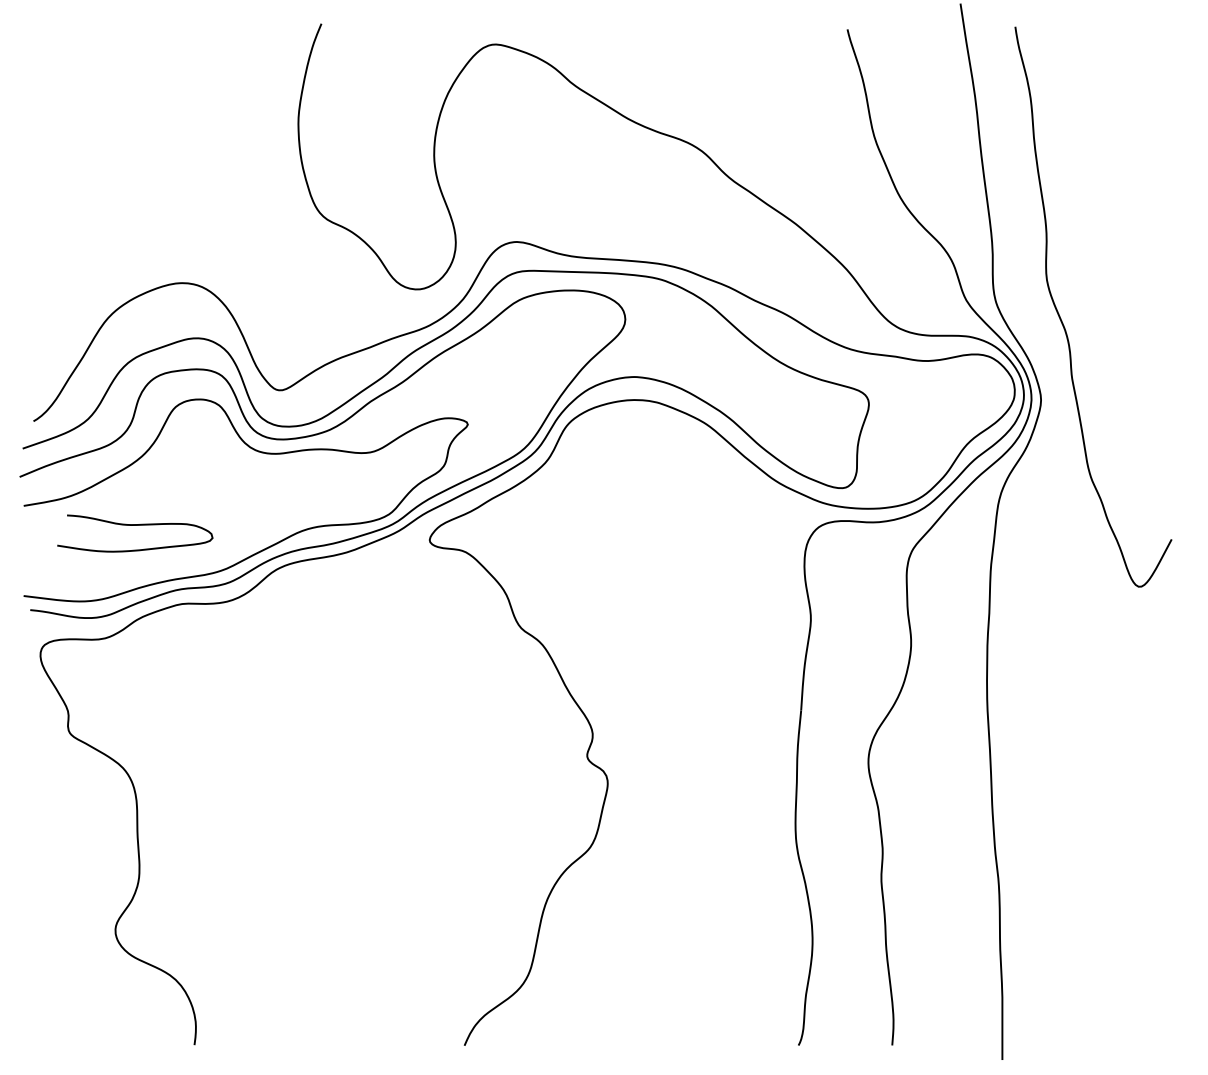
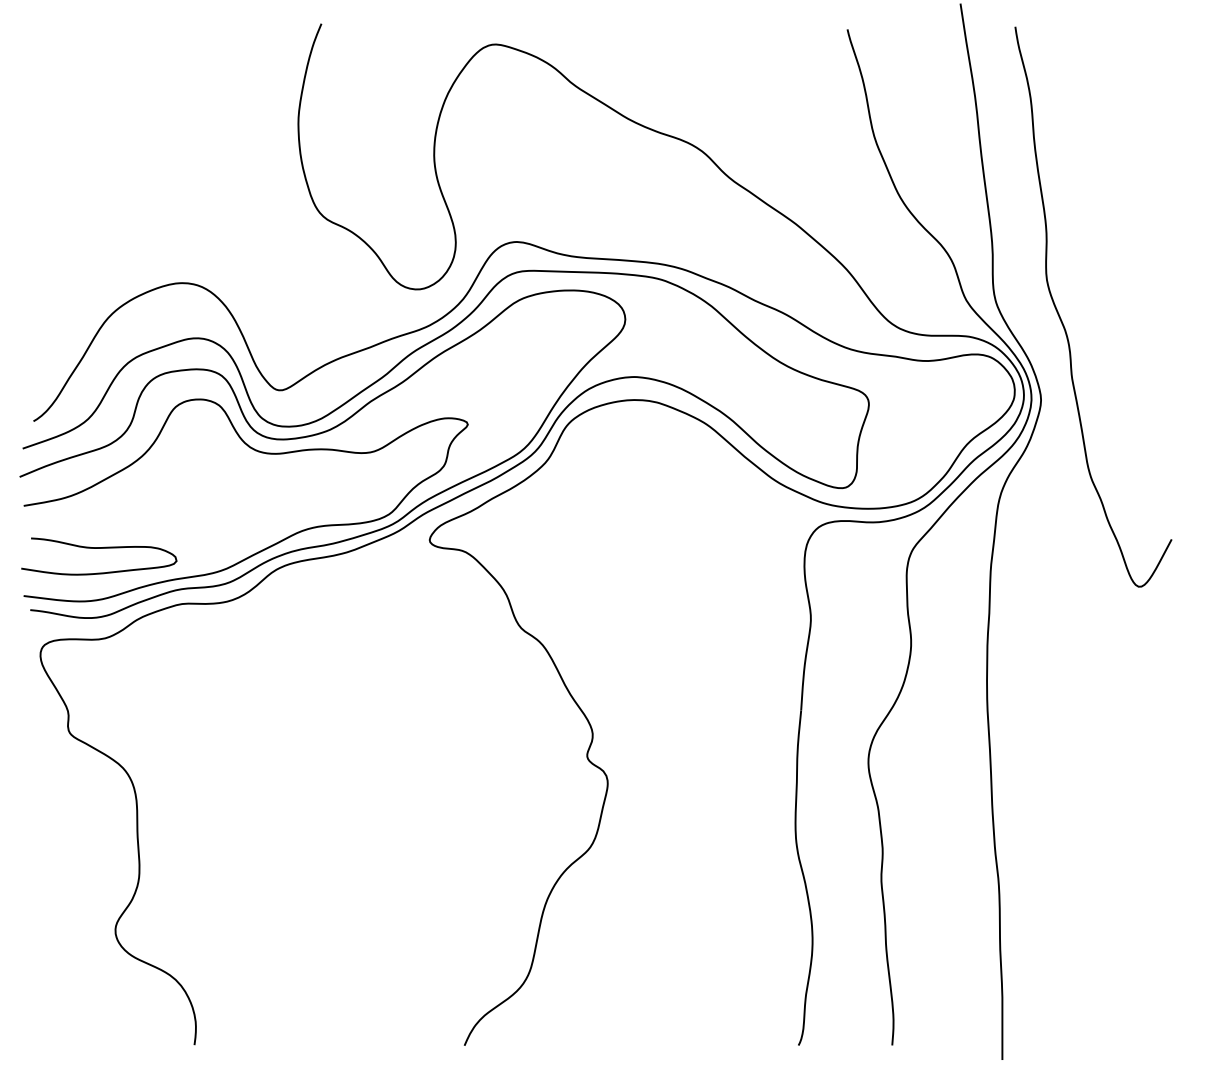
curve at (135, 525) position: (135, 525) -> (99, 548)
